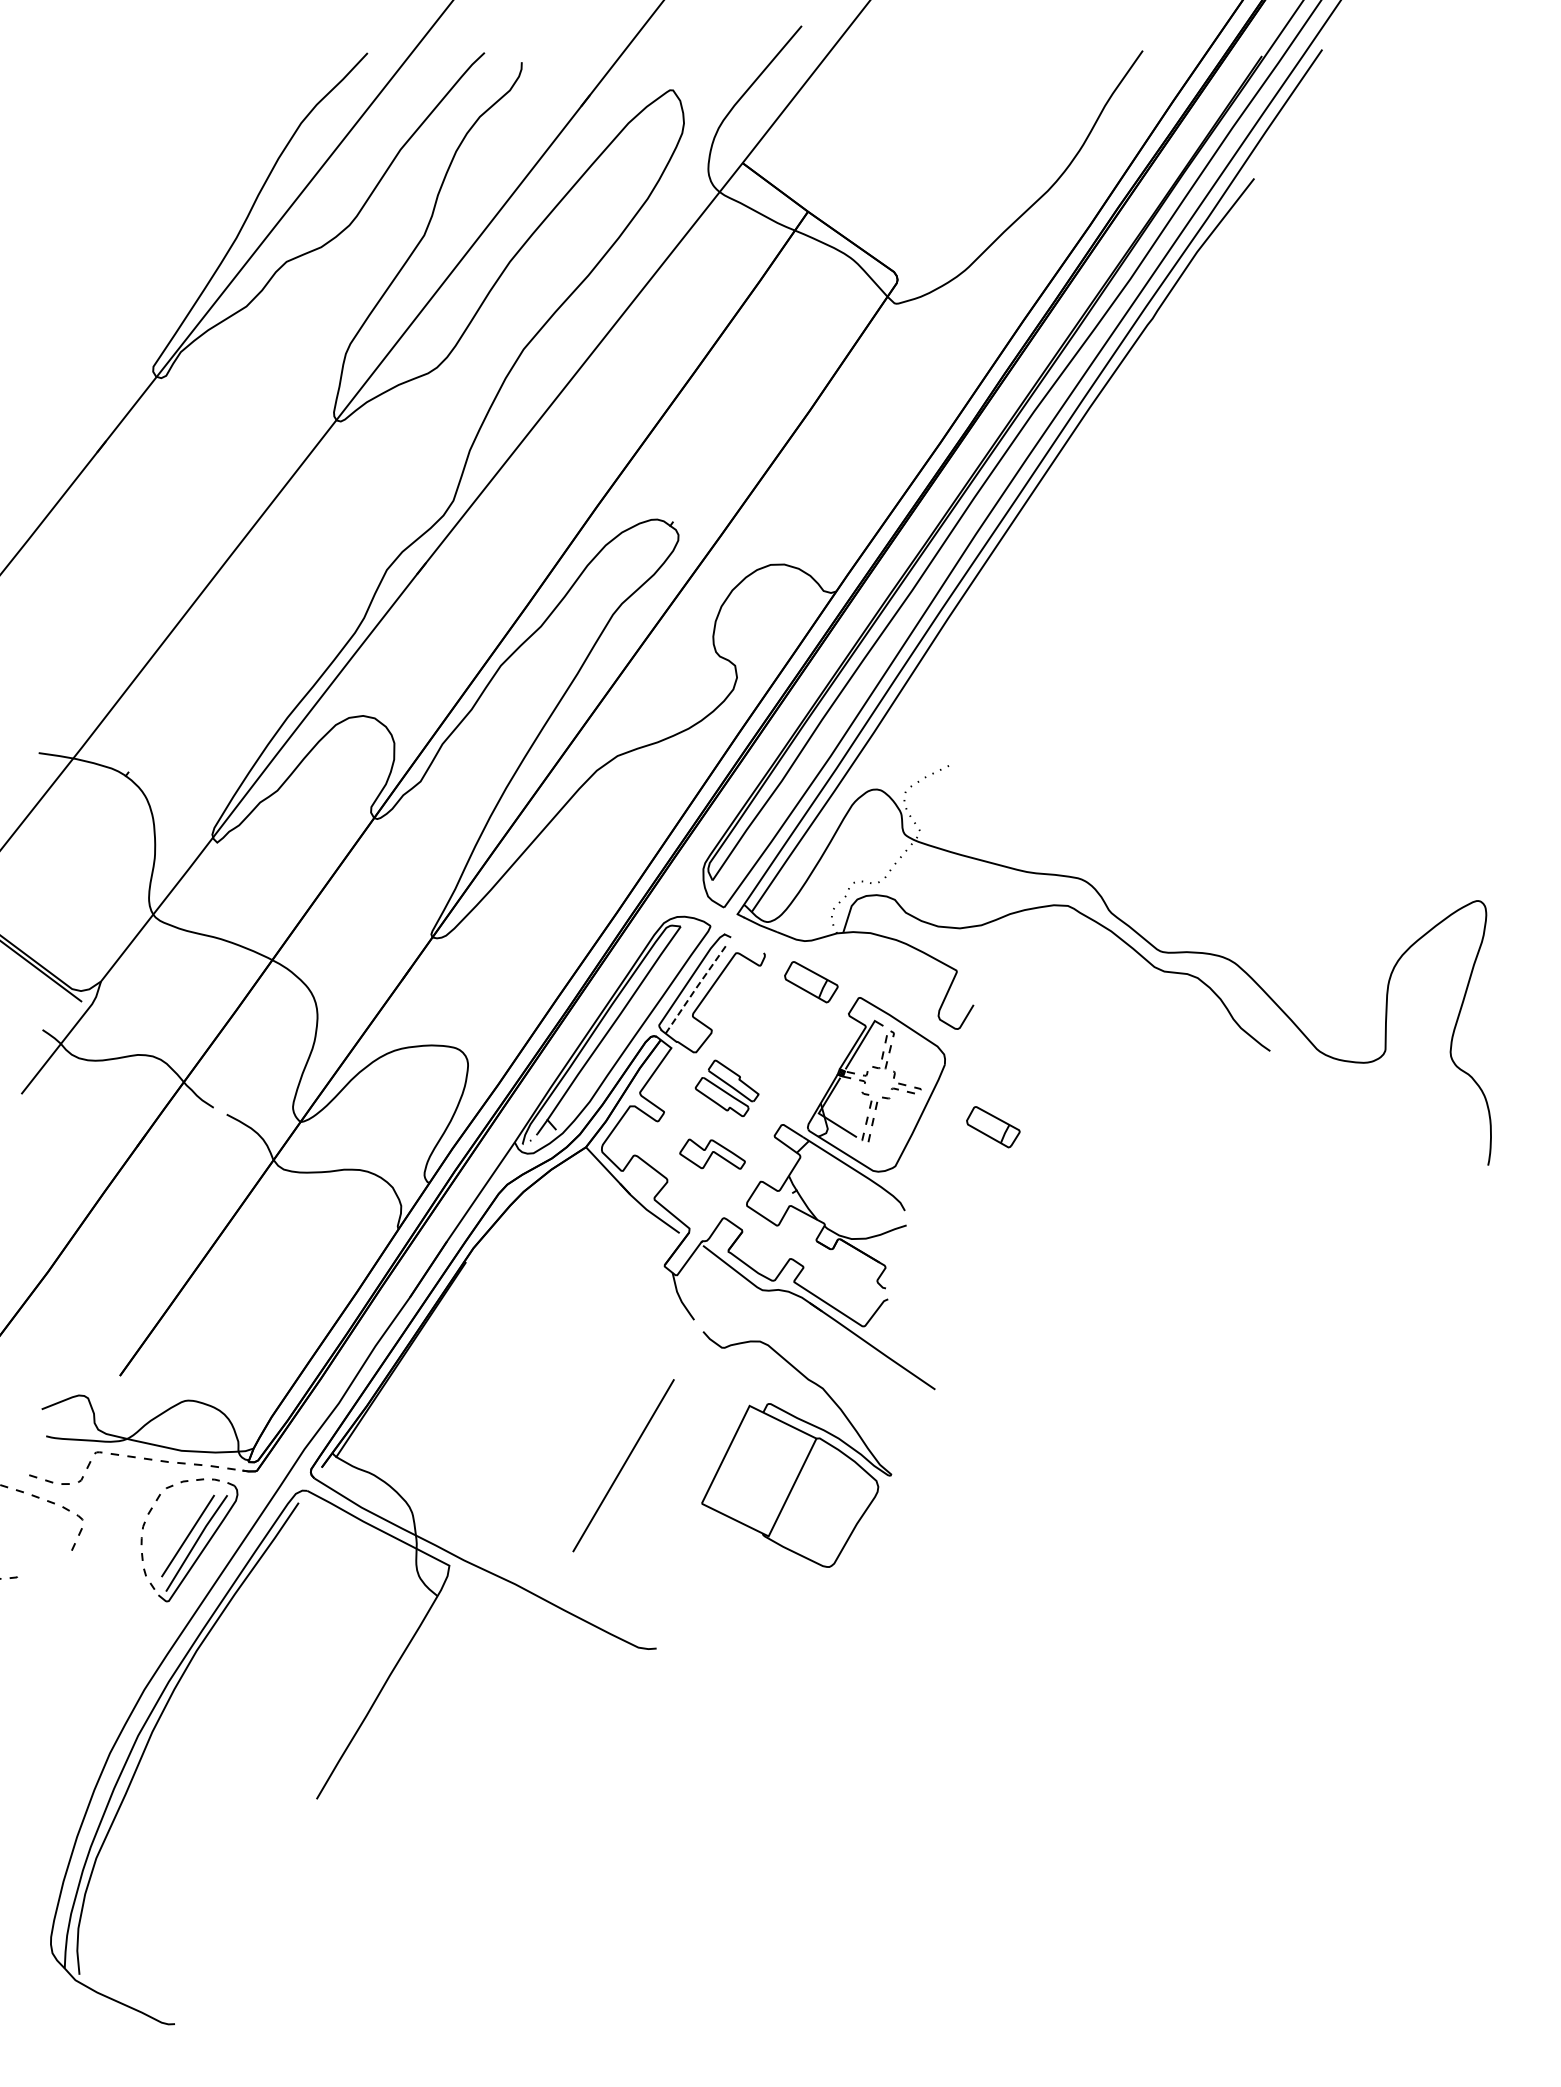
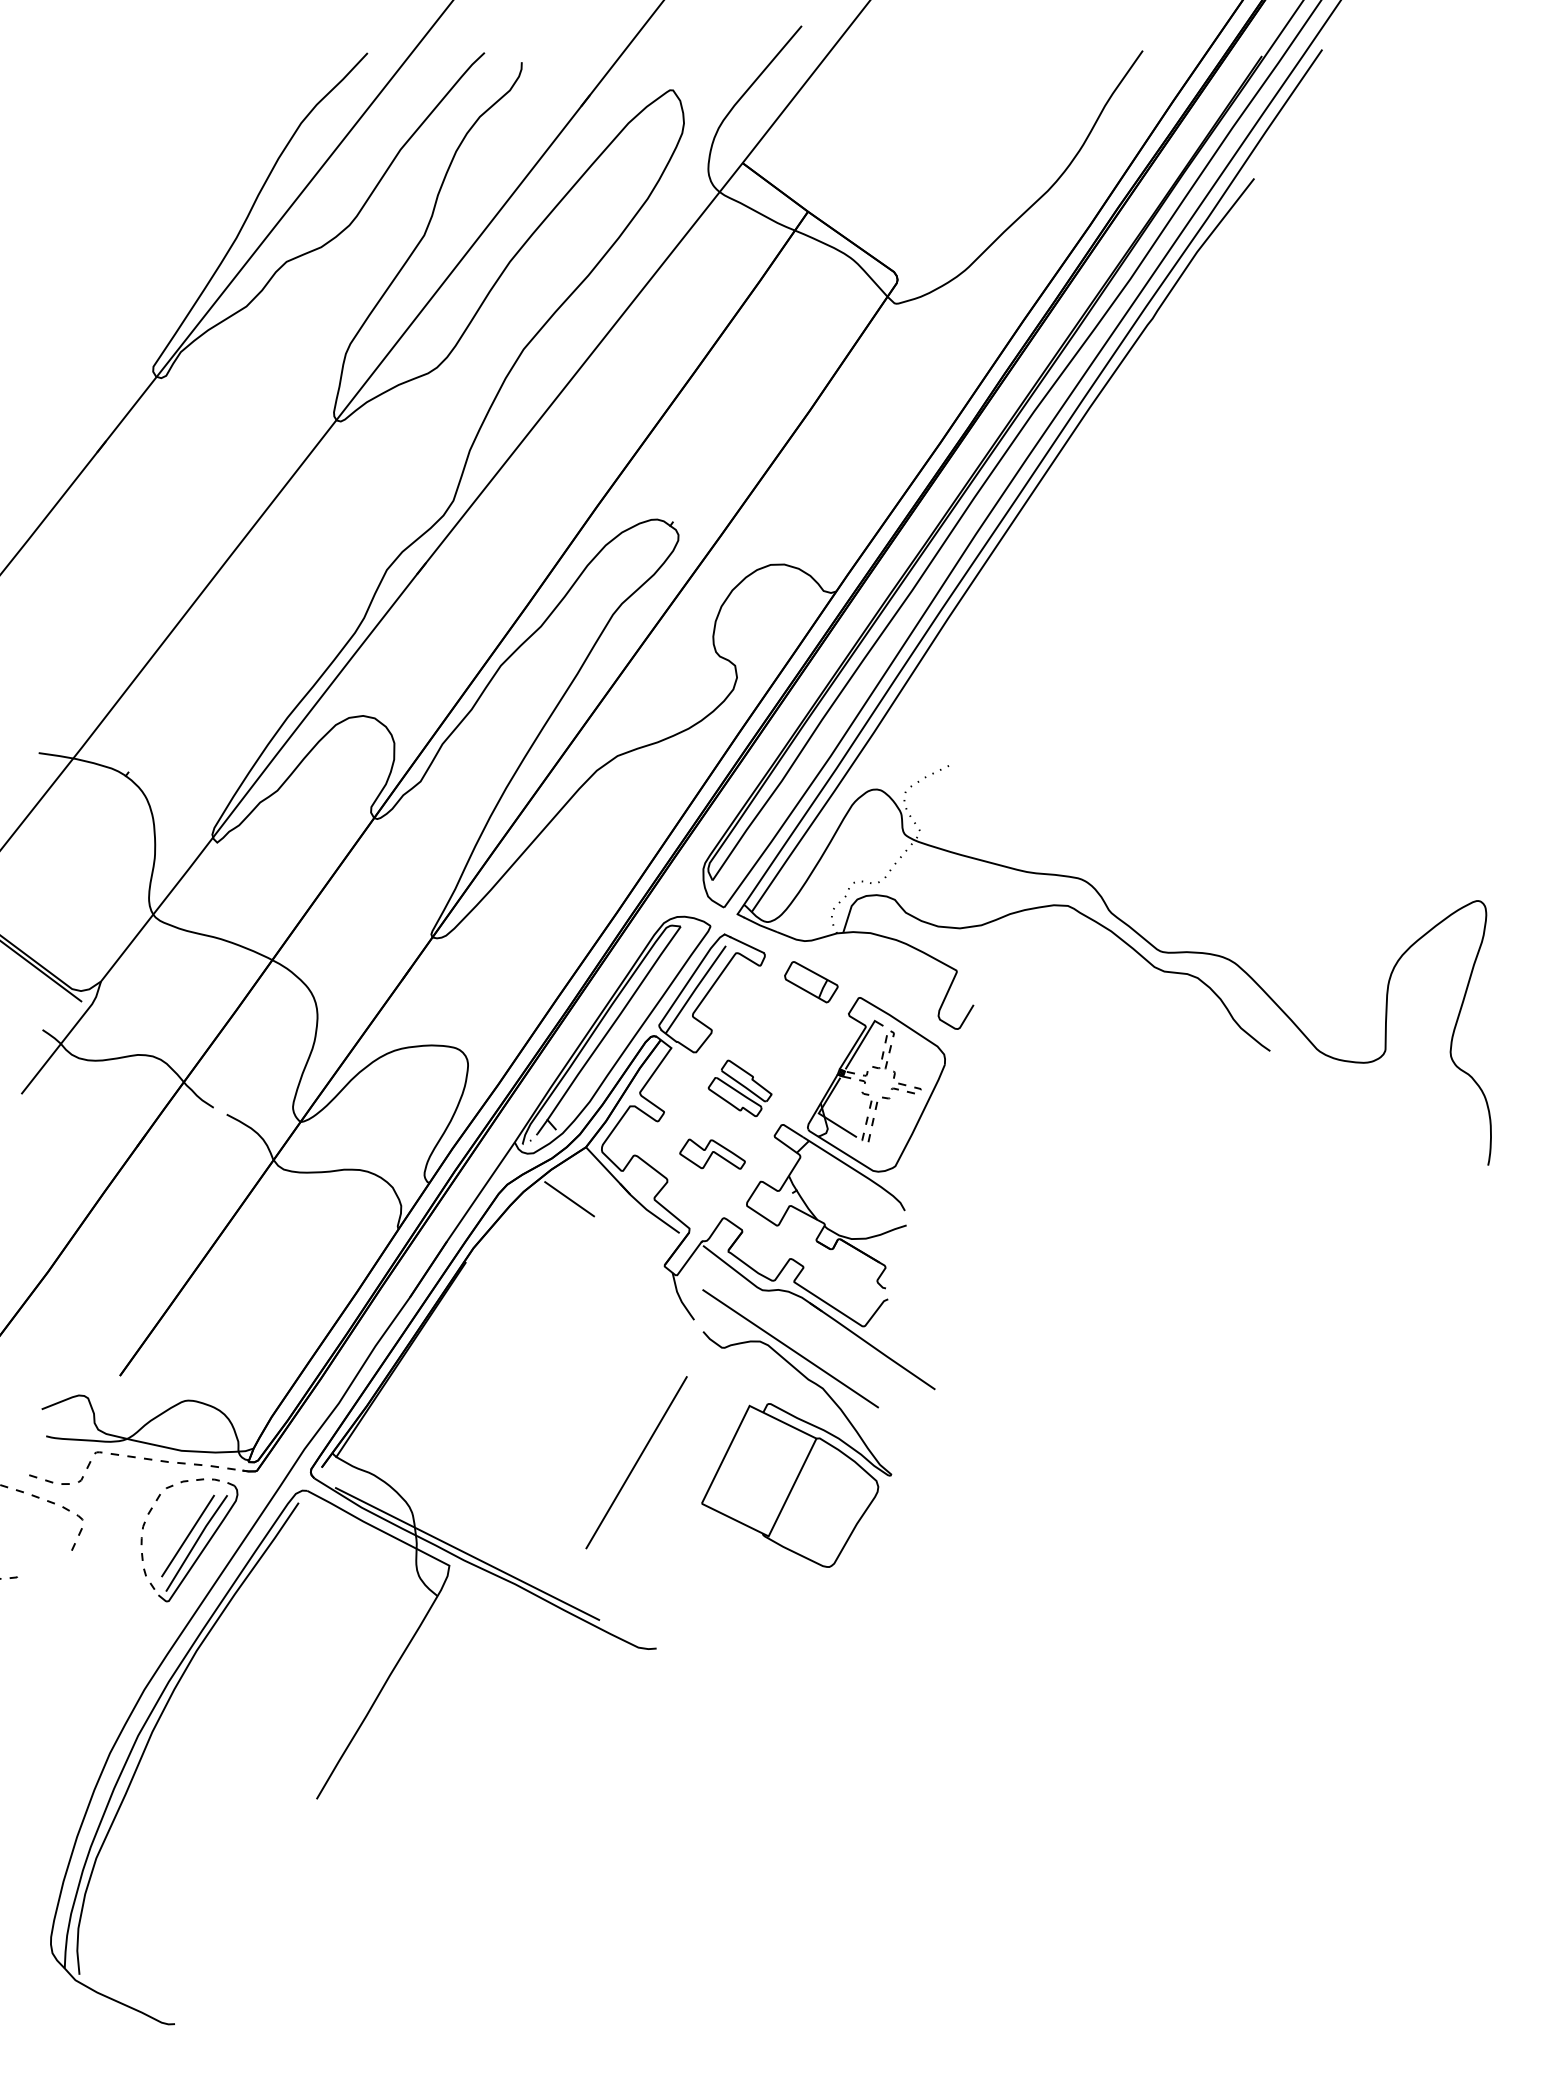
line at (746, 944): none -> present
line at (696, 988): dashed -> solid
part at (726, 1088) position: (726, 1088) -> (739, 1088)
part at (993, 1127): present -> none
line at (569, 1199): none -> present
line at (790, 1348): none -> present
line at (623, 1465) position: (623, 1465) -> (636, 1462)
line at (467, 1553): none -> present
